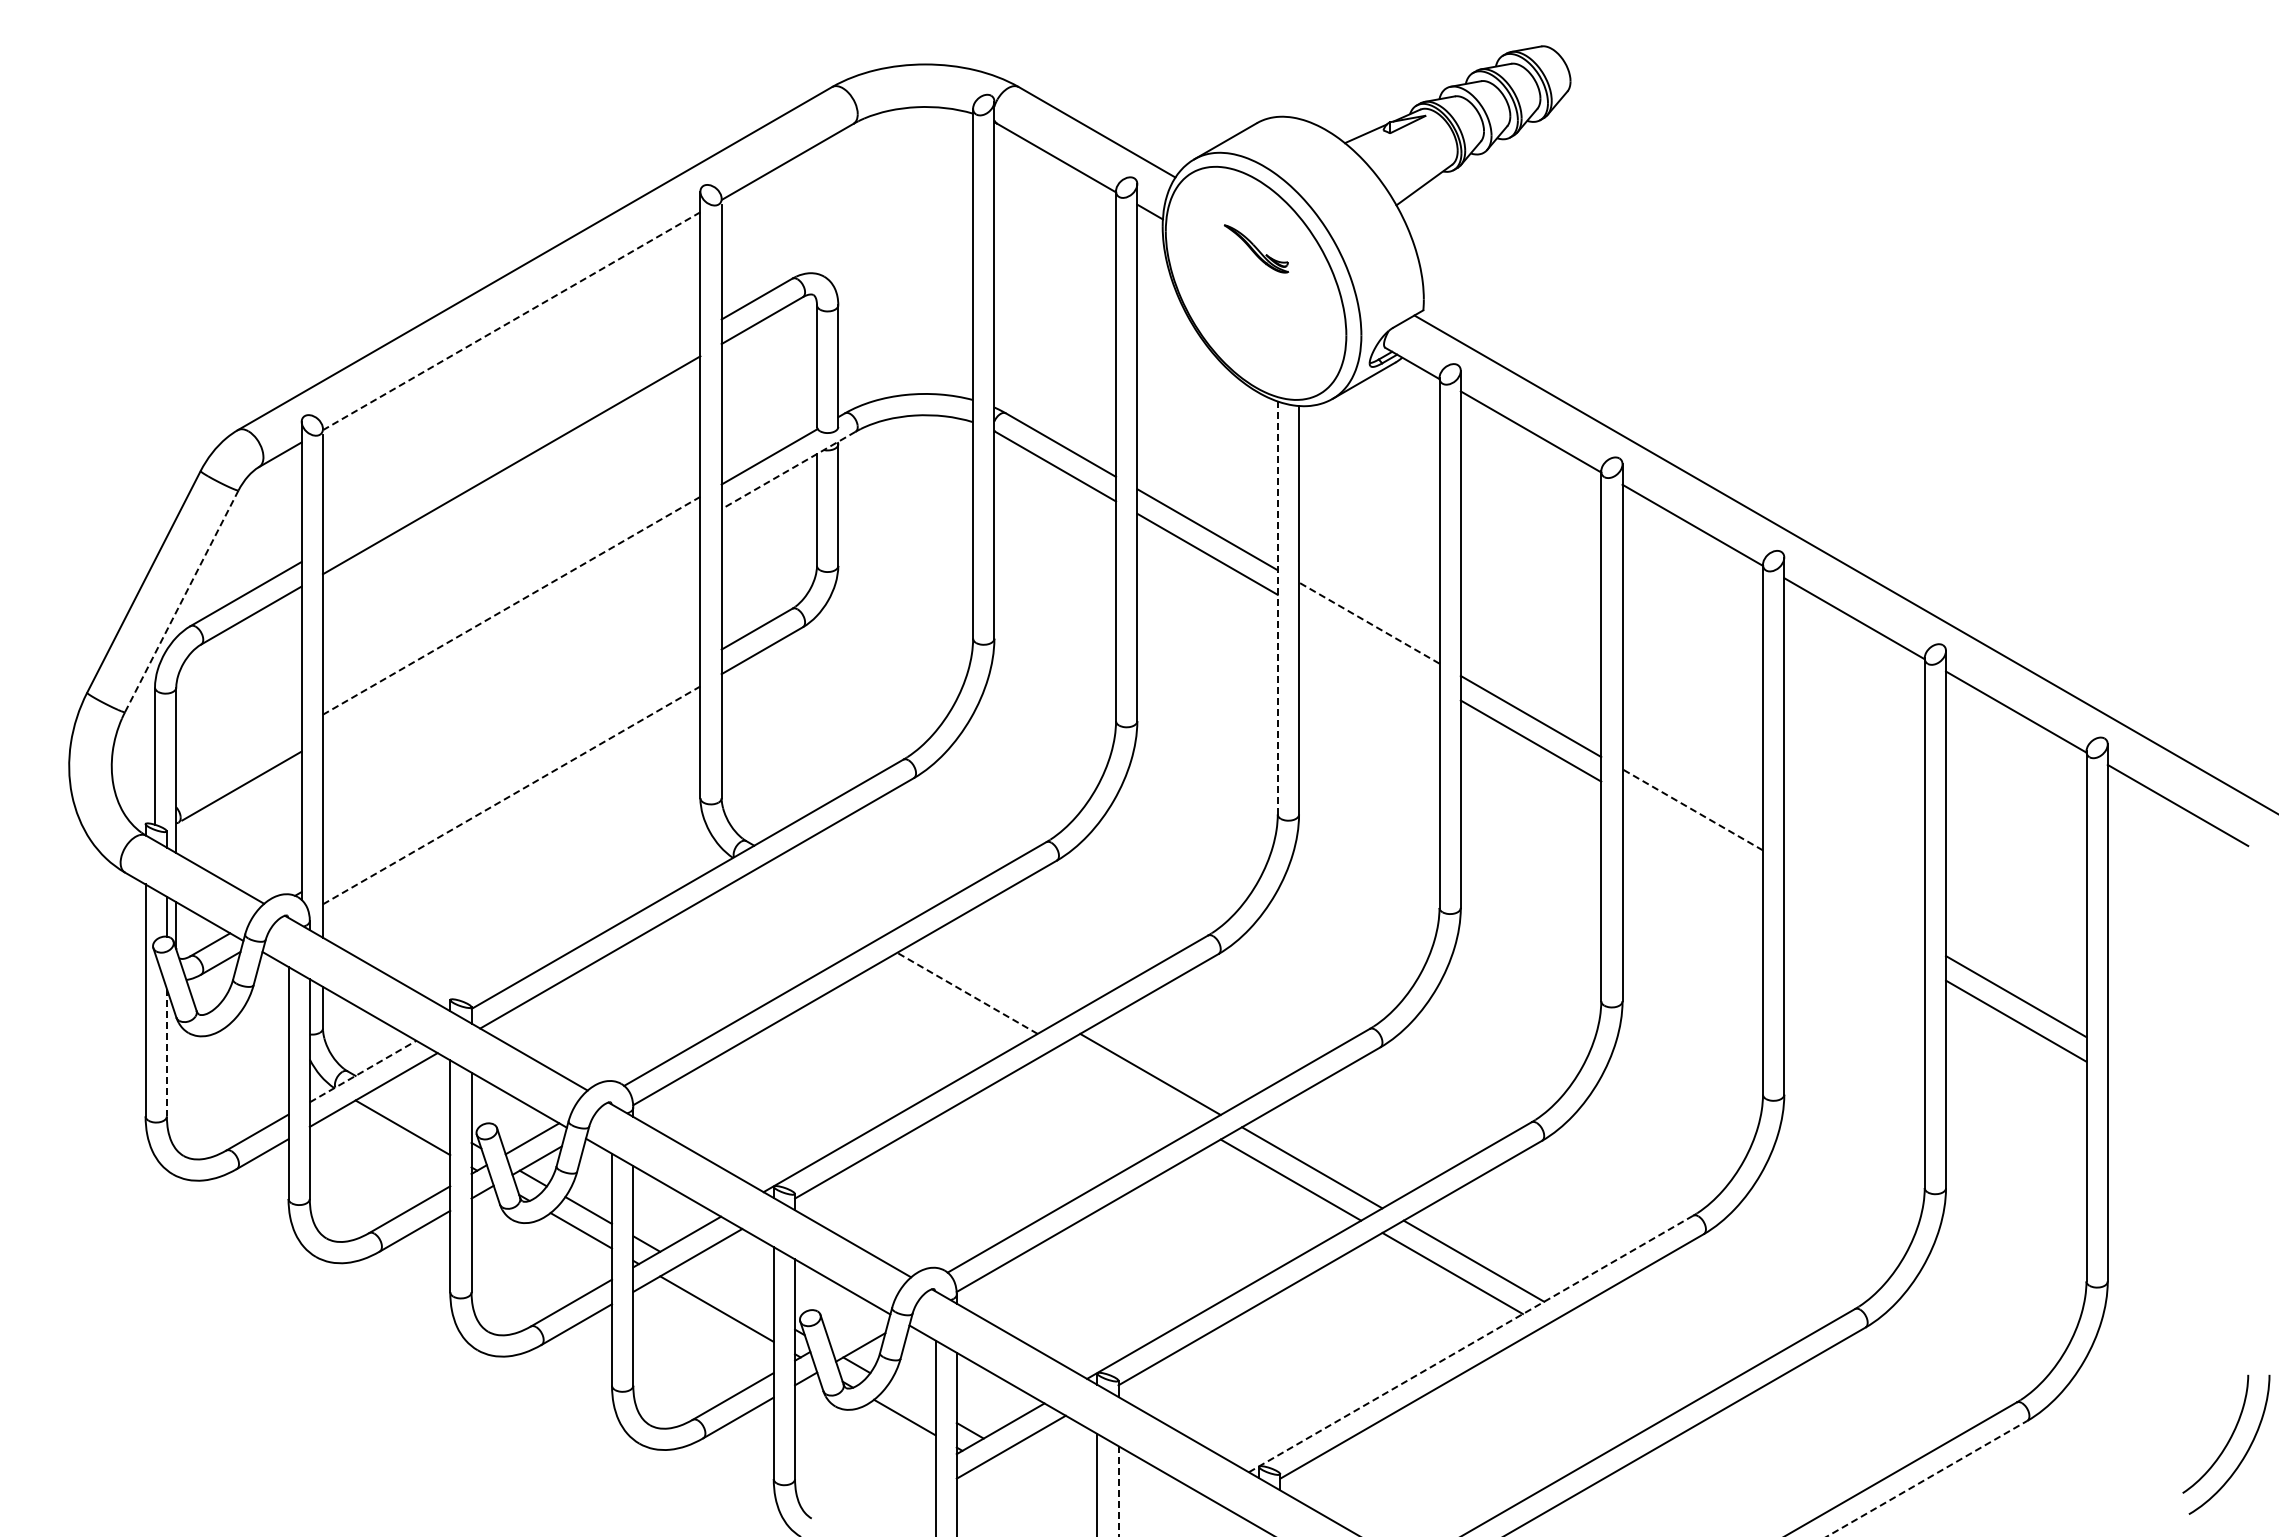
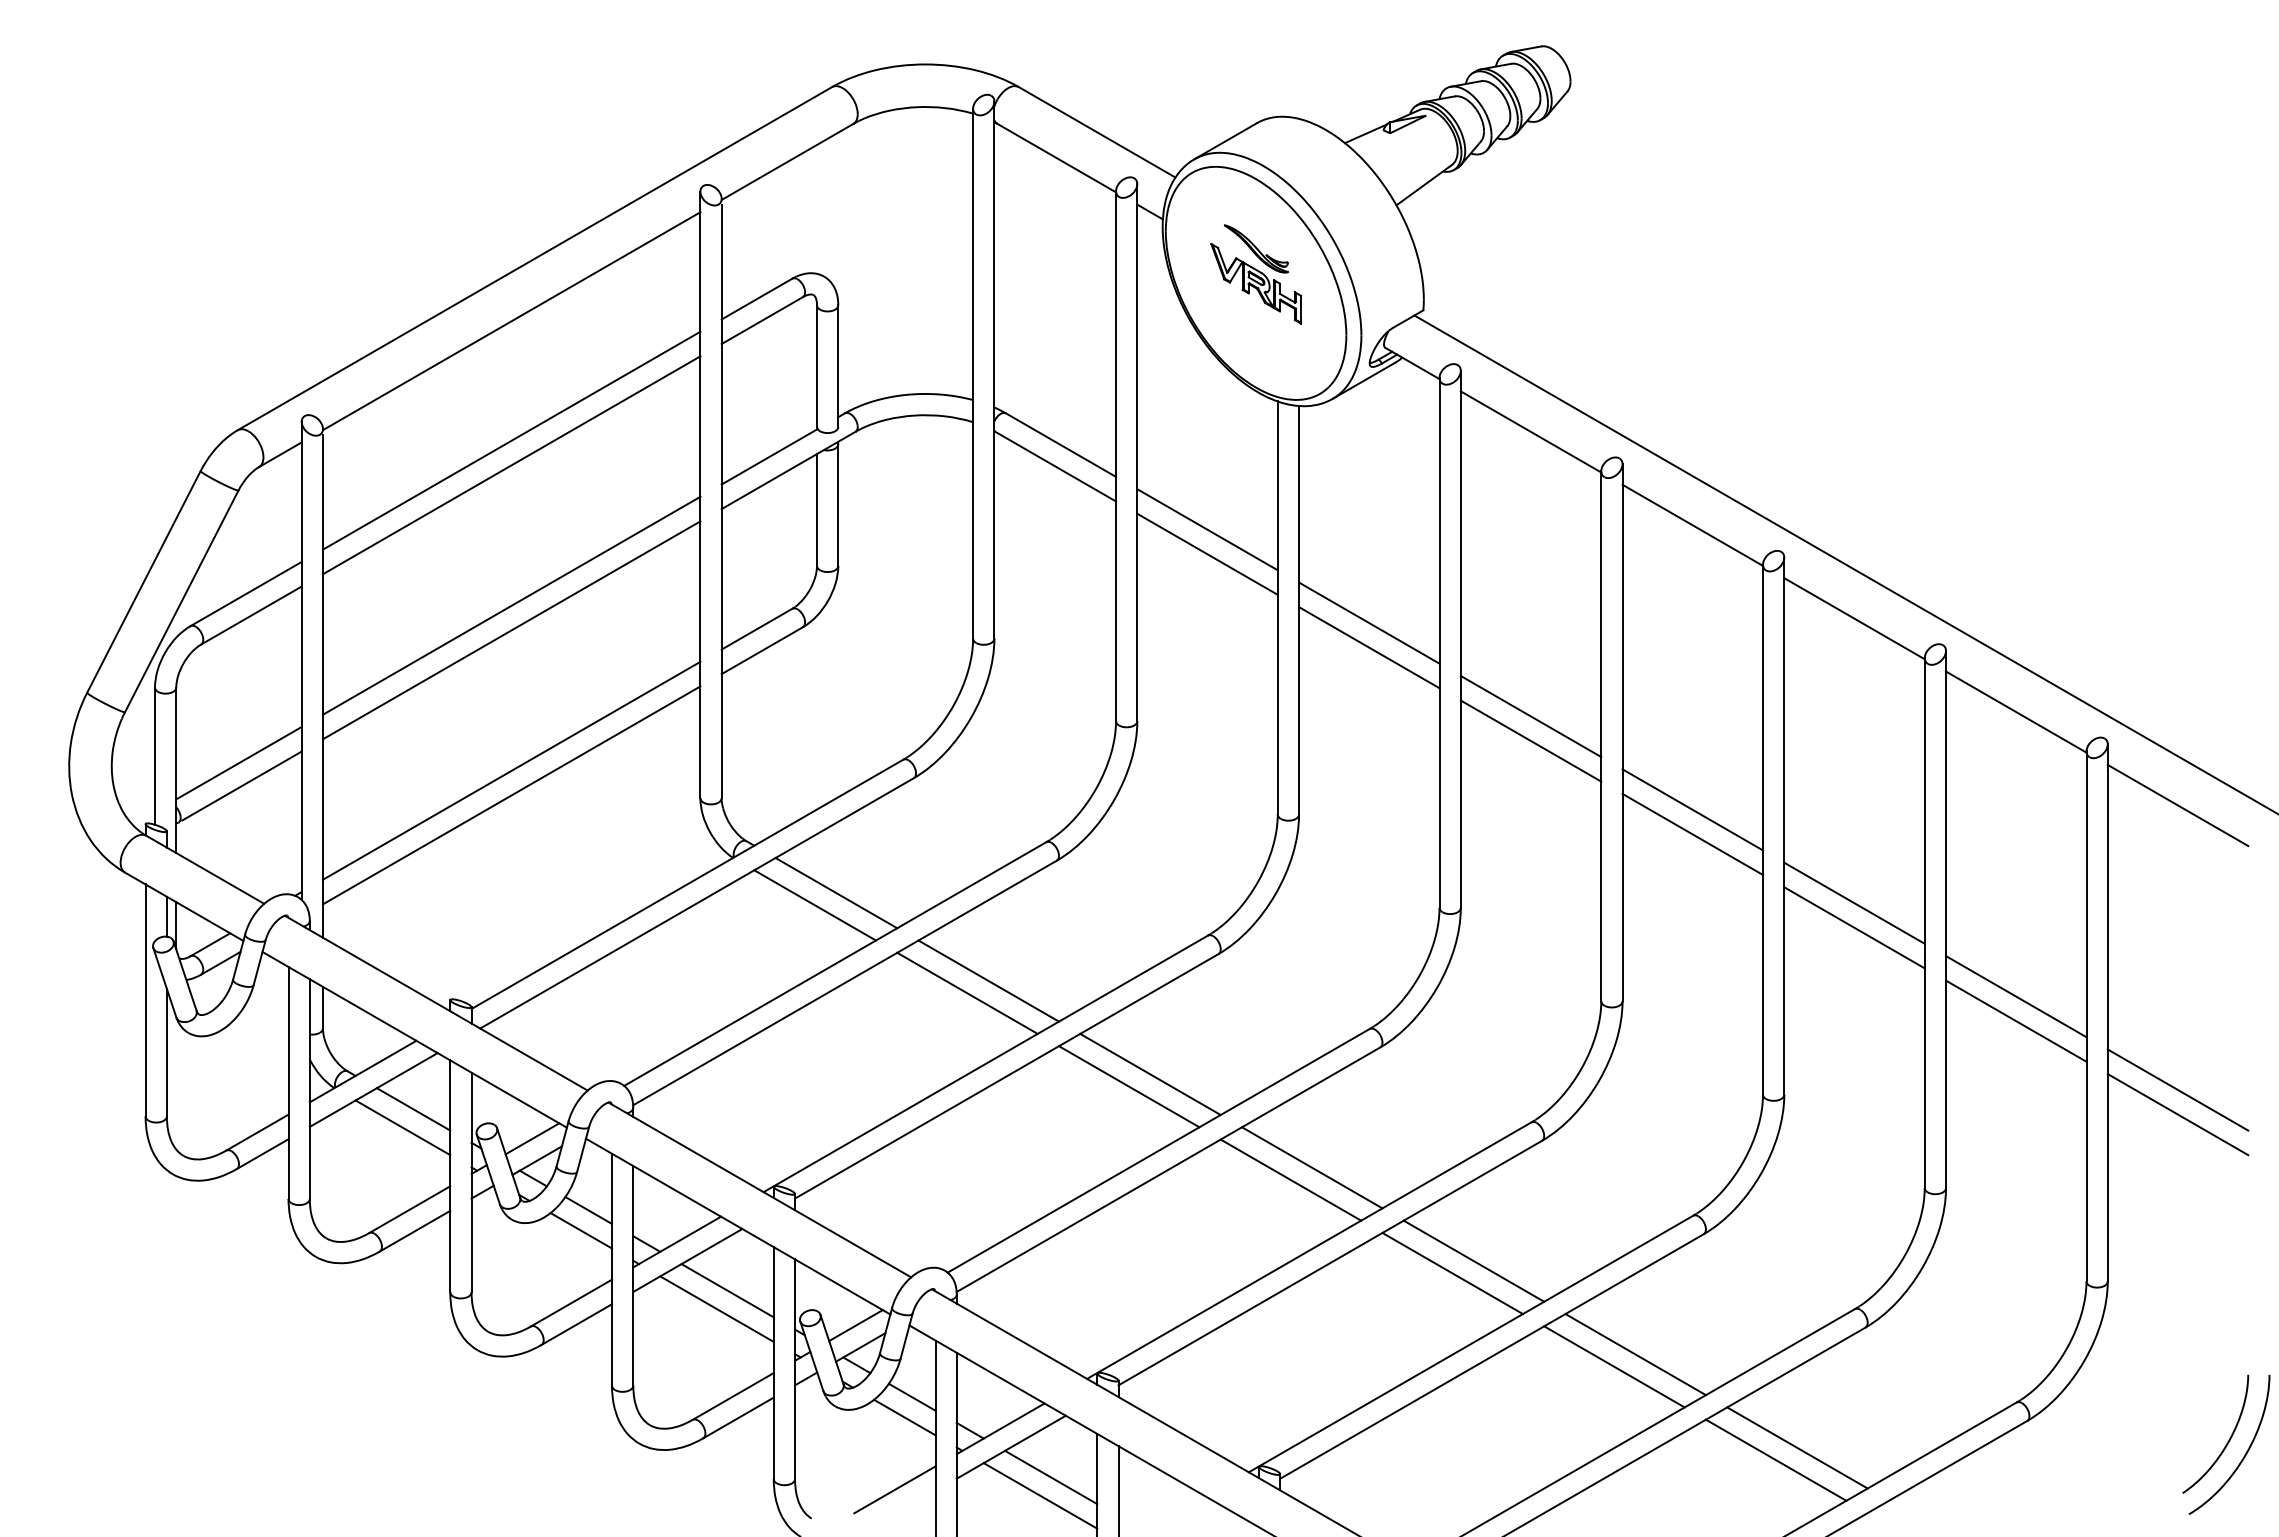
part at (1256, 283): none -> present
line at (511, 321): dashed -> solid
line at (511, 440): none -> present
line at (788, 470): dashed -> solid
line at (181, 601): dashed -> solid
line at (511, 605): dashed -> solid
line at (1277, 608): dashed -> solid
line at (1368, 622): dashed -> solid
line at (511, 630): none -> present
line at (1369, 647): none -> present
line at (238, 763): none -> present
line at (511, 770): none -> present
line at (511, 795): dashed -> solid
line at (1692, 809): dashed -> solid
line at (1692, 834): none -> present
line at (836, 893): none -> present
line at (1854, 902): none -> present
line at (814, 905): none -> present
line at (1854, 927): none -> present
line at (988, 980): none -> present
line at (967, 993): dashed -> solid
line at (166, 1052): dashed -> solid
line at (363, 1071): dashed -> solid
line at (1128, 1086): none -> present
line at (2177, 1089): none -> present
line at (413, 1109): none -> present
line at (2177, 1114): none -> present
line at (727, 1290): none -> present
line at (855, 1325): none -> present
line at (1471, 1343): dashed -> solid
line at (1635, 1354): none -> present
line at (1614, 1366): none -> present
line at (911, 1396): none -> present
line at (1797, 1447): none -> present
line at (1775, 1459): none -> present
line at (1051, 1477): none -> present
line at (1926, 1478): dashed -> solid
line at (894, 1489): none -> present
line at (1118, 1491): dashed -> solid
line at (1040, 1495): none -> present
